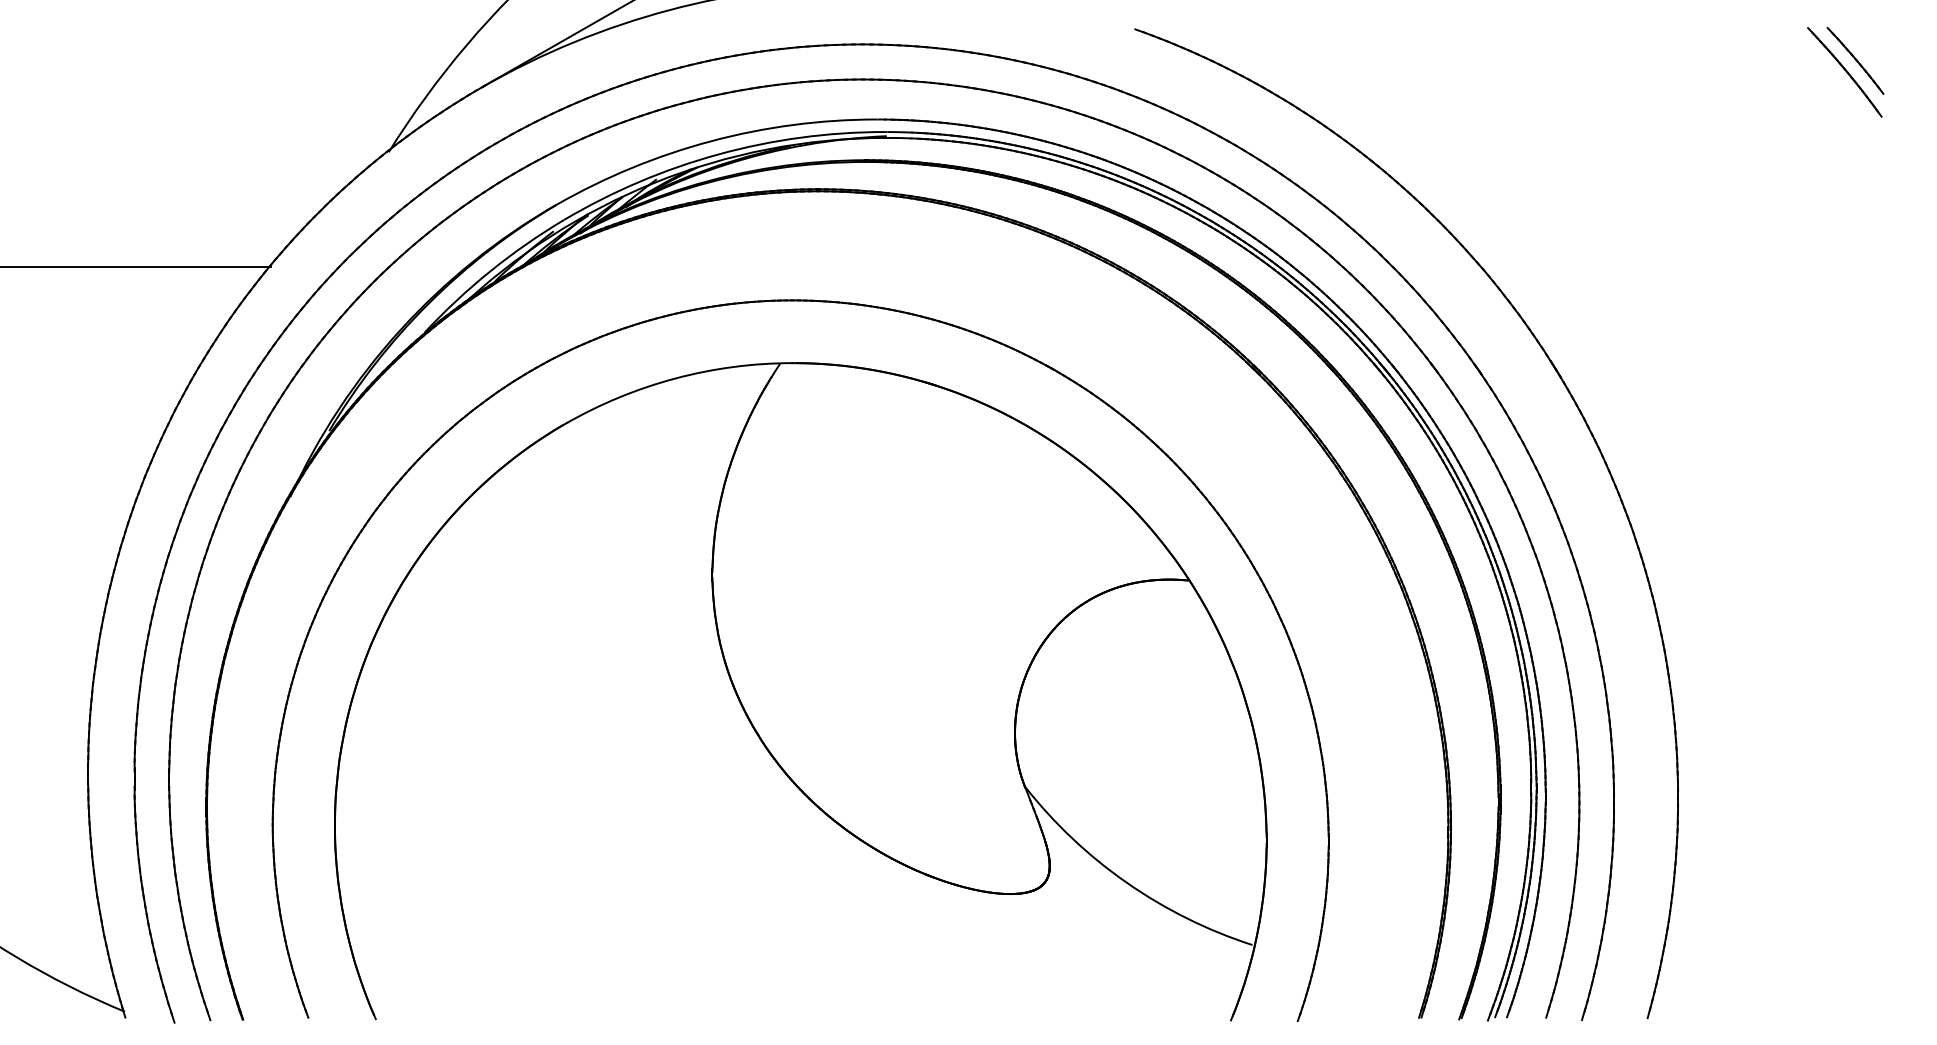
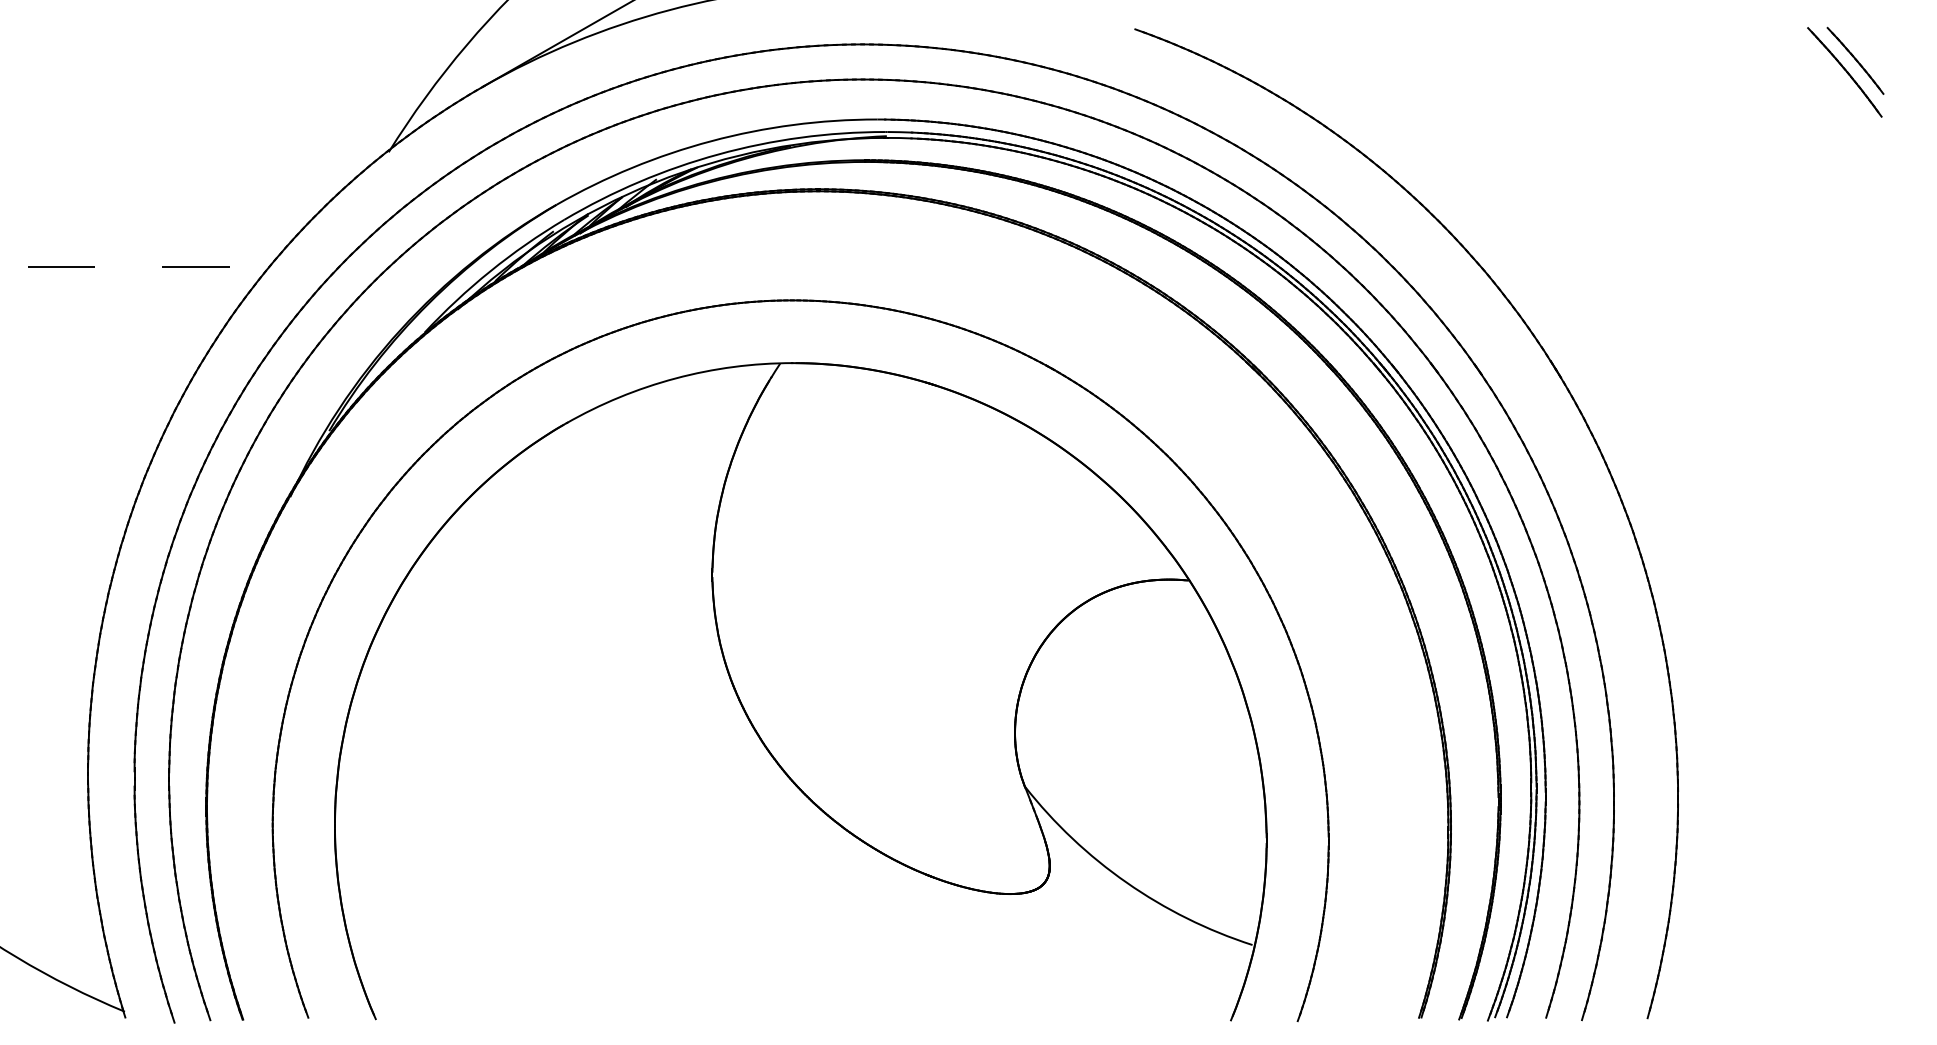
line at (136, 266): solid -> dashed
